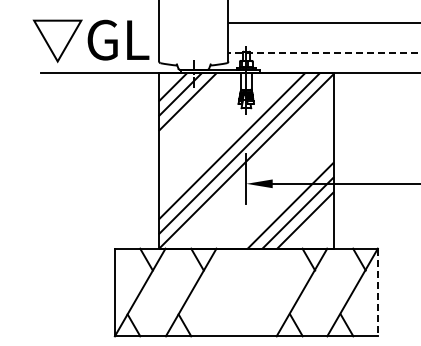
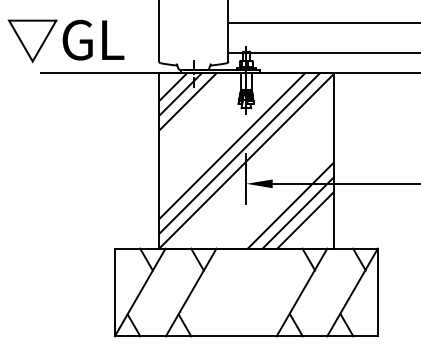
text at (90, 41) position: (90, 41) -> (65, 41)
line at (324, 53): dashed -> solid
line at (377, 292): dashed -> solid
